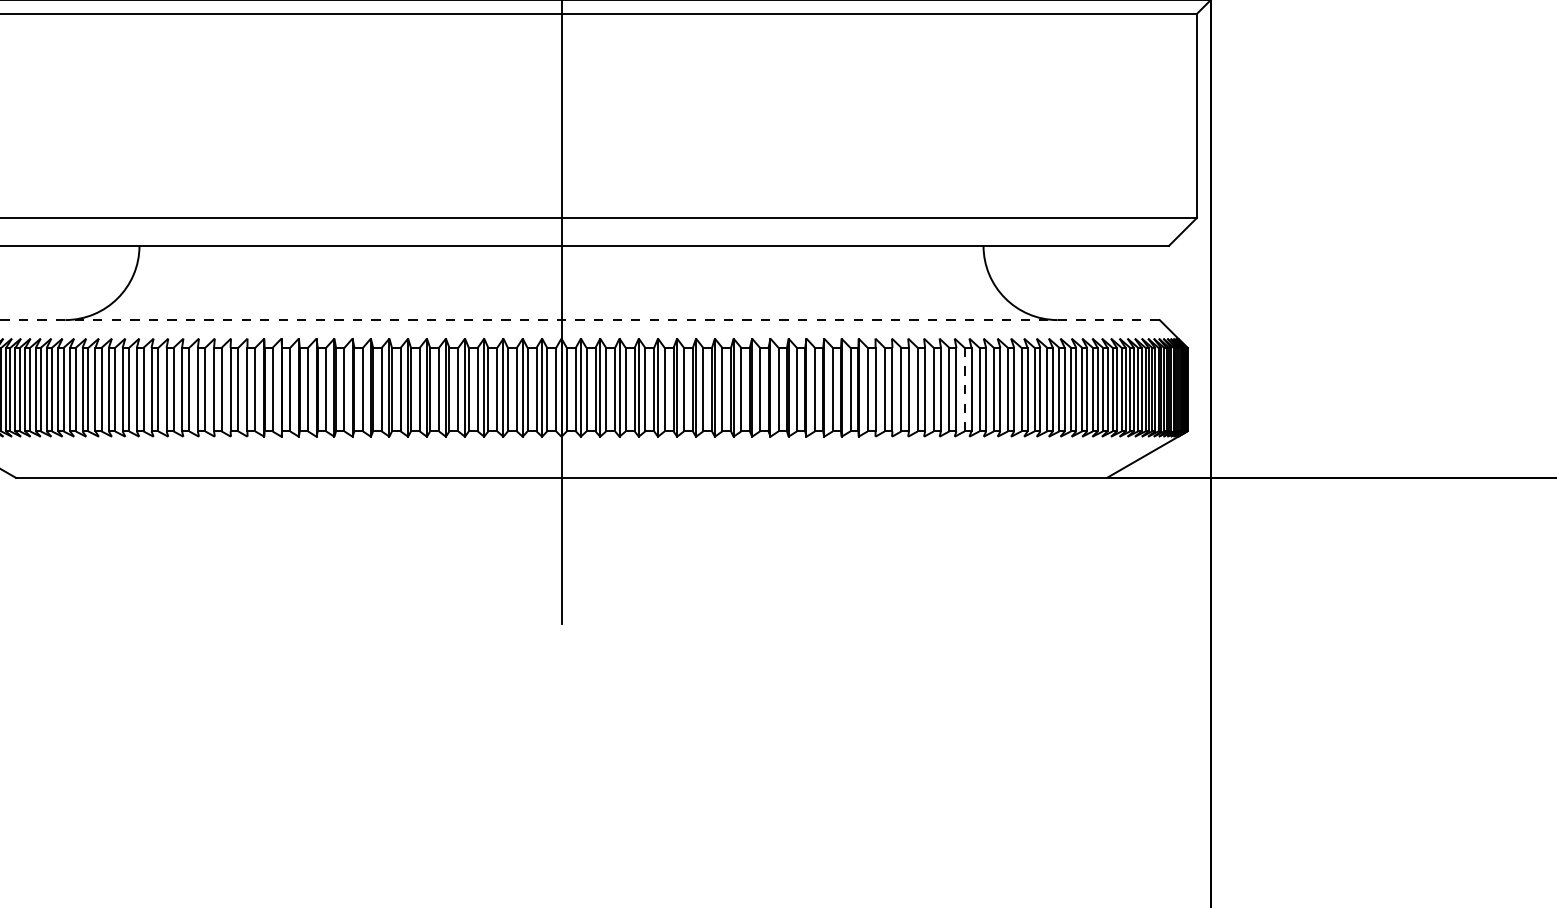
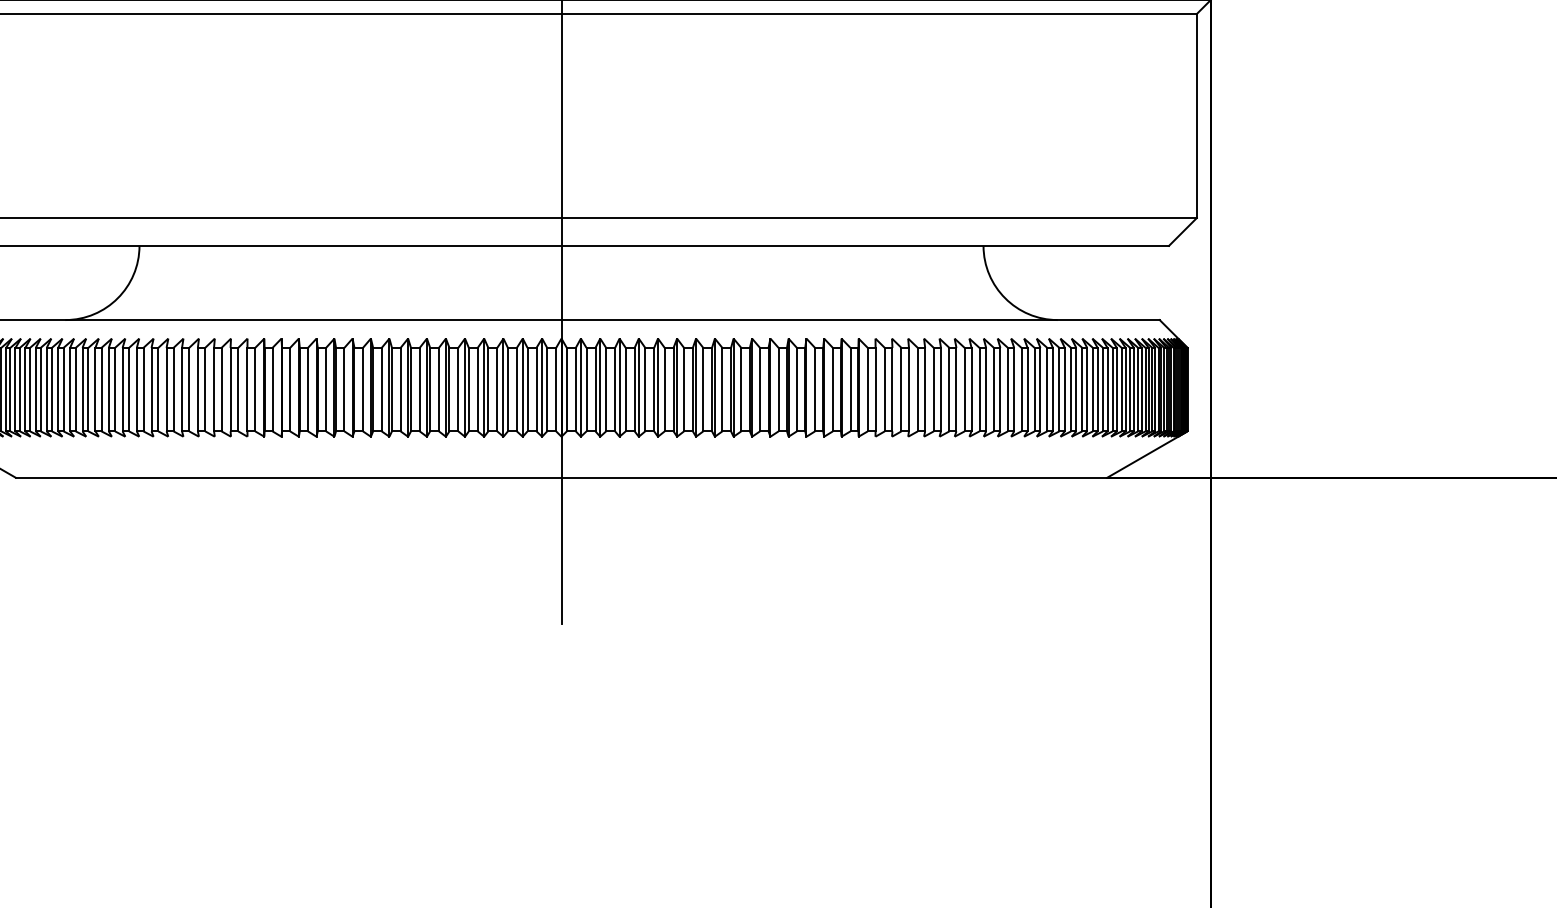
line at (580, 320): dashed -> solid
line at (964, 389): dashed -> solid
